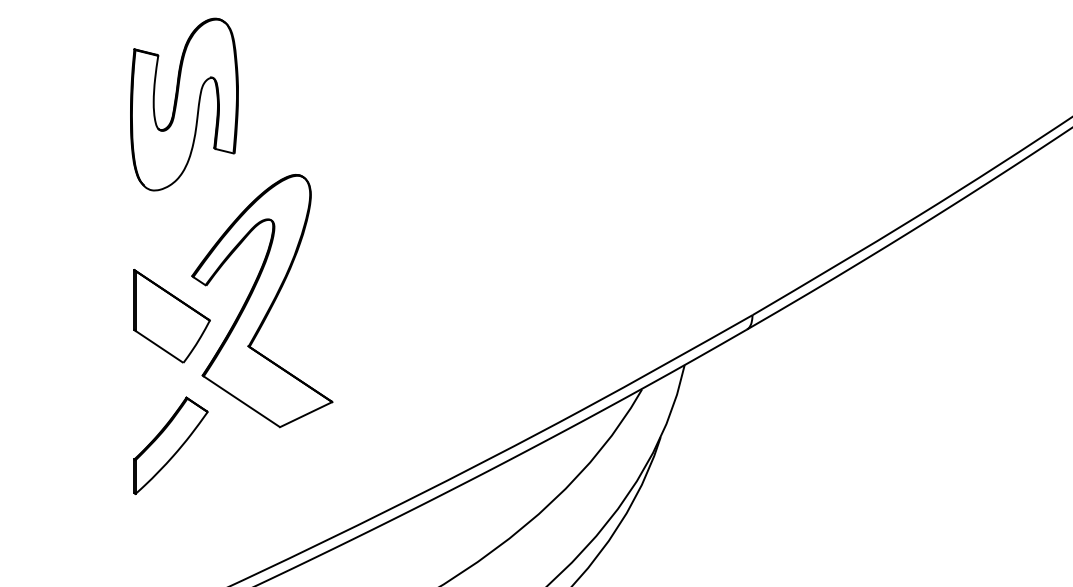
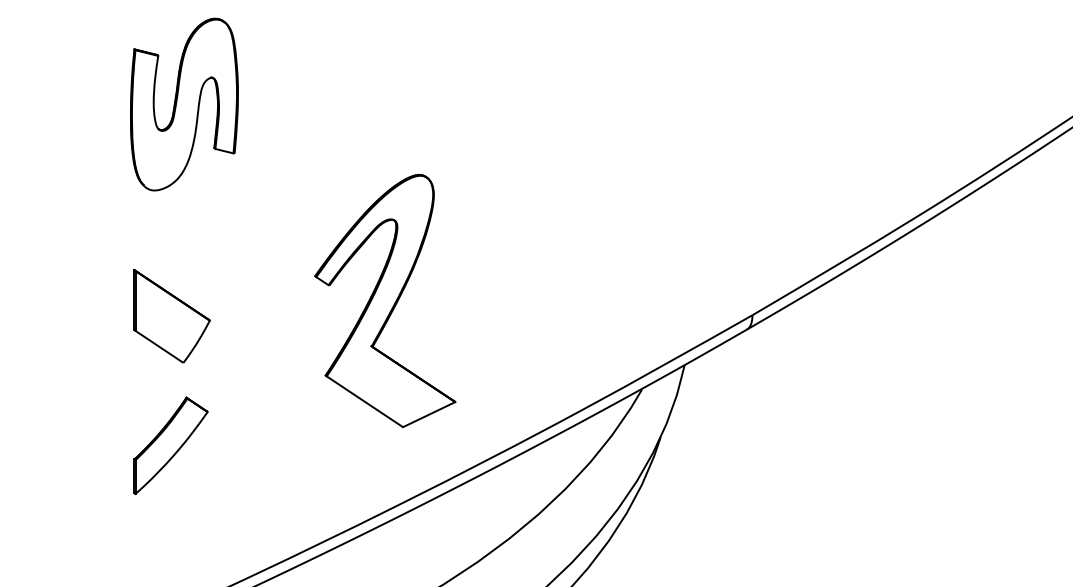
part at (262, 301) position: (262, 301) -> (385, 301)
